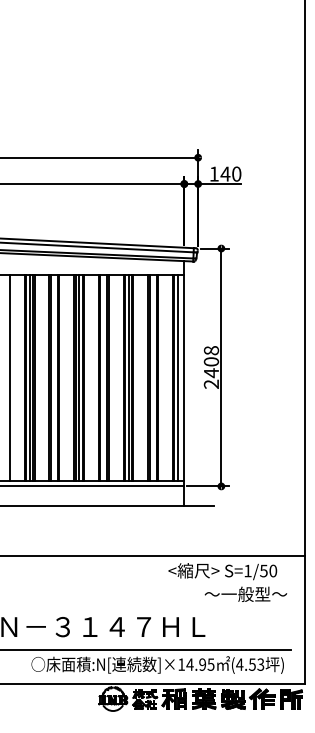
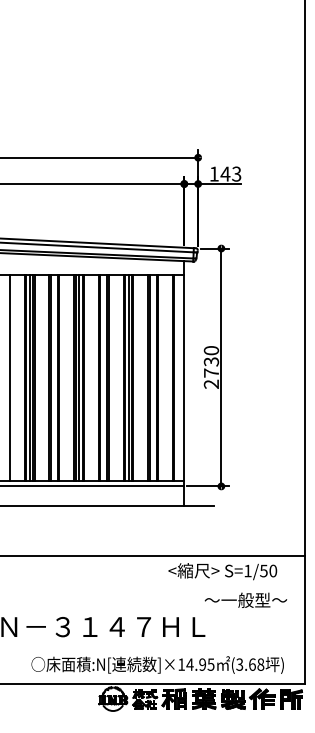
text at (236, 173): 140 -> 143
text at (211, 362): 2408 -> 2730
line at (177, 377): present -> none
text at (245, 593) position: (245, 593) -> (245, 599)
line at (146, 649): present -> none
text at (250, 664): (4.53 -> (3.68
